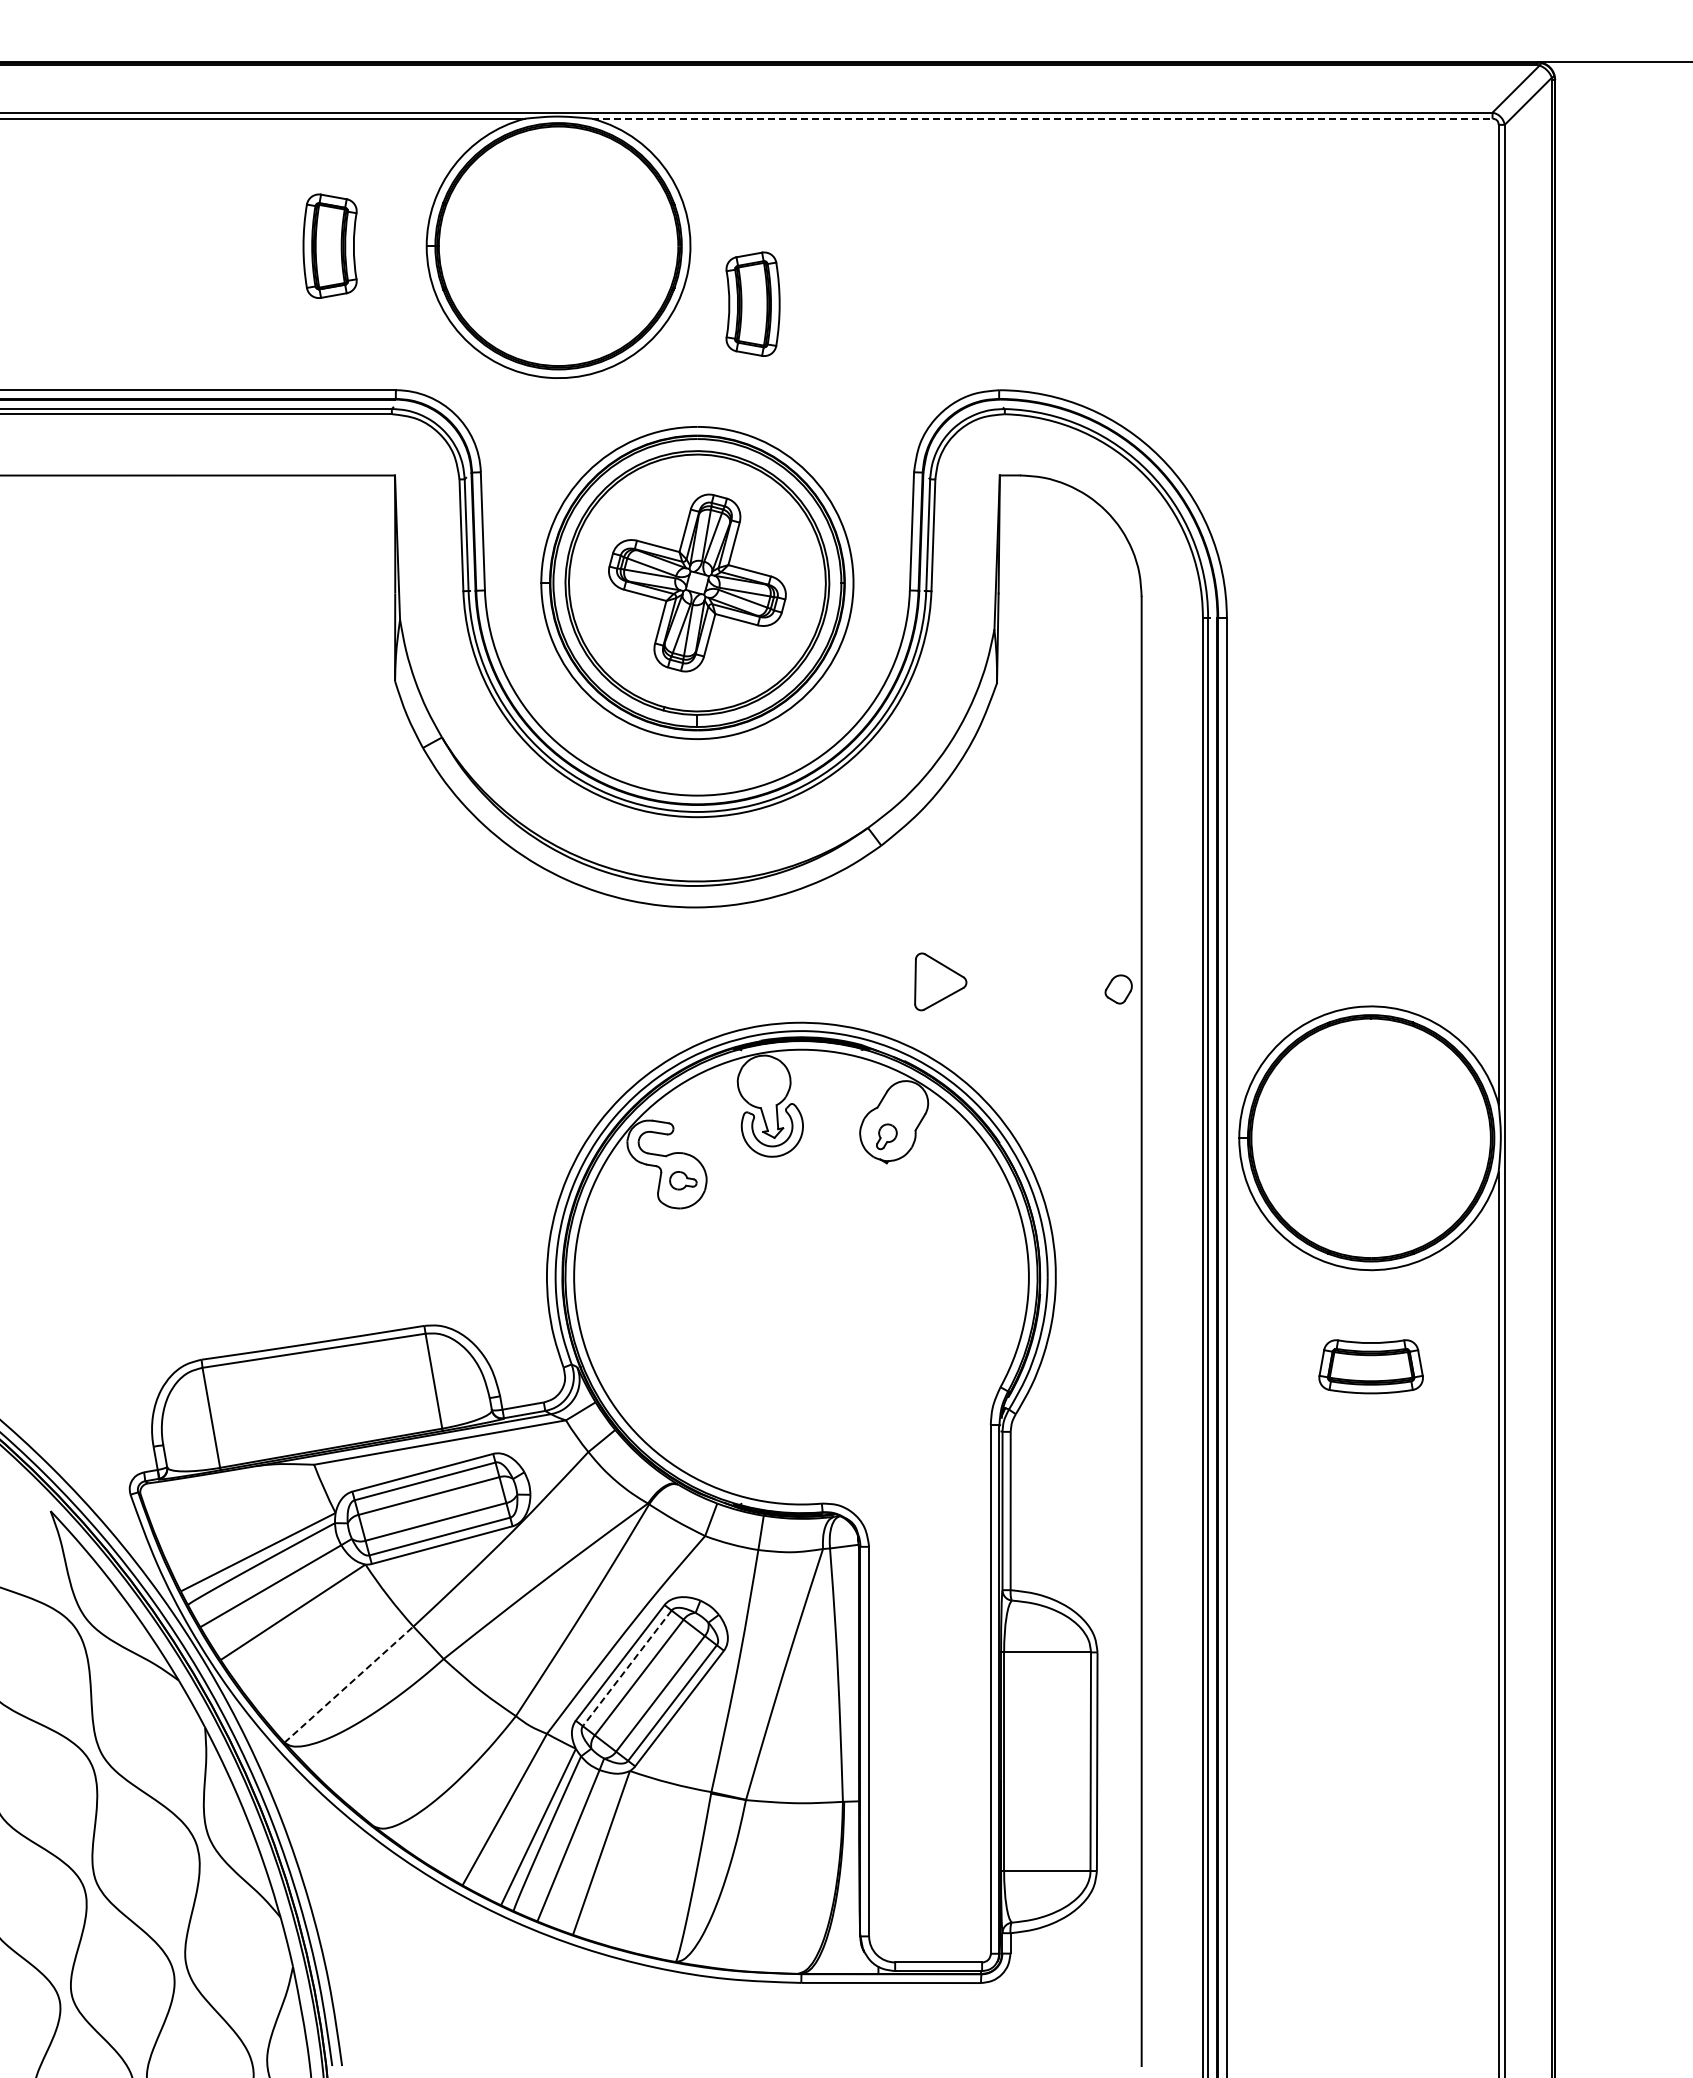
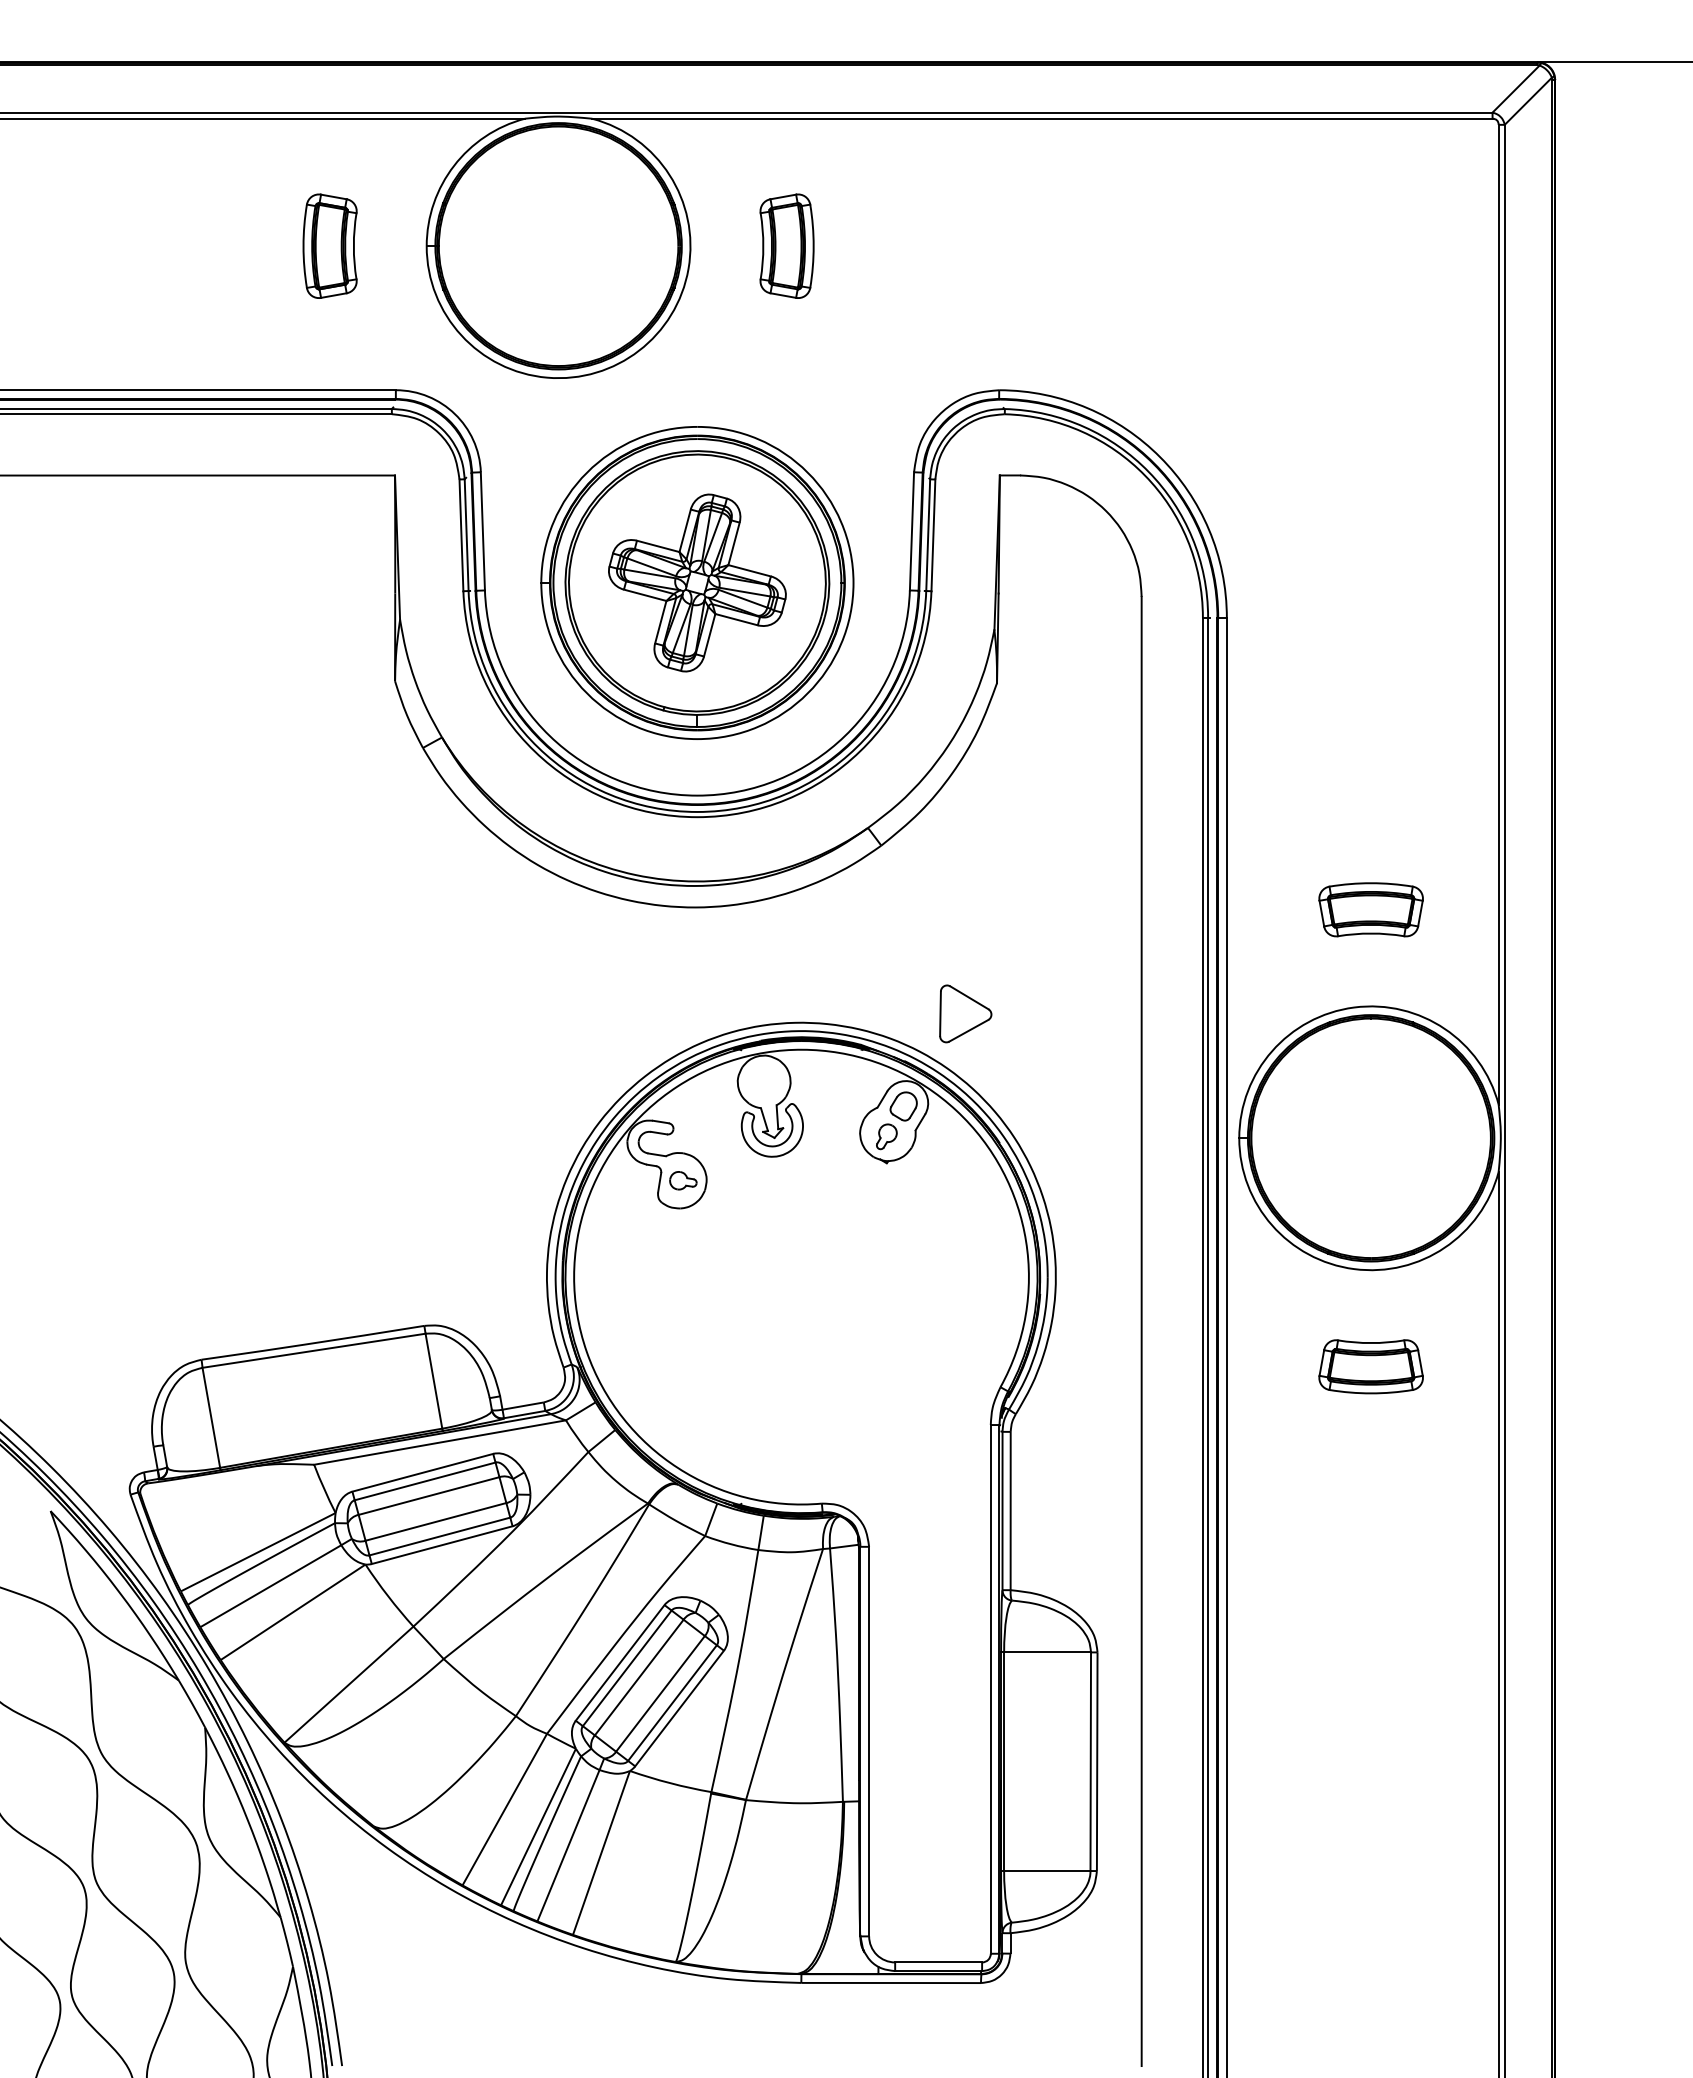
line at (1042, 118): dashed -> solid
part at (752, 303) position: (752, 303) -> (786, 245)
part at (1370, 909): none -> present
part at (940, 981) position: (940, 981) -> (965, 1013)
part at (1118, 989) position: (1118, 989) -> (903, 1106)
line at (627, 1668): dashed -> solid
line at (348, 1684): dashed -> solid
